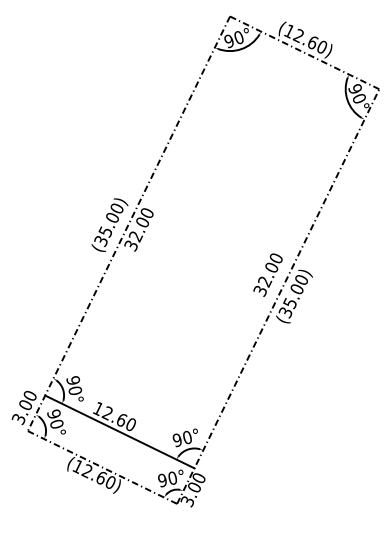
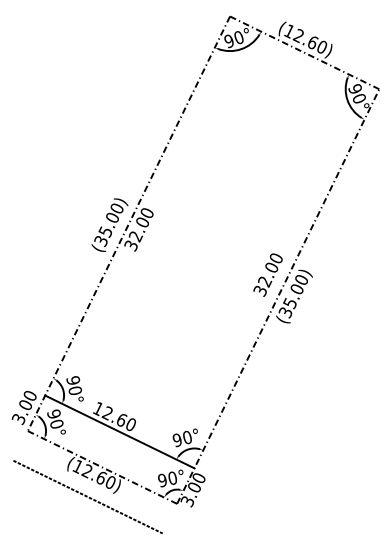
line at (87, 496): none -> present
